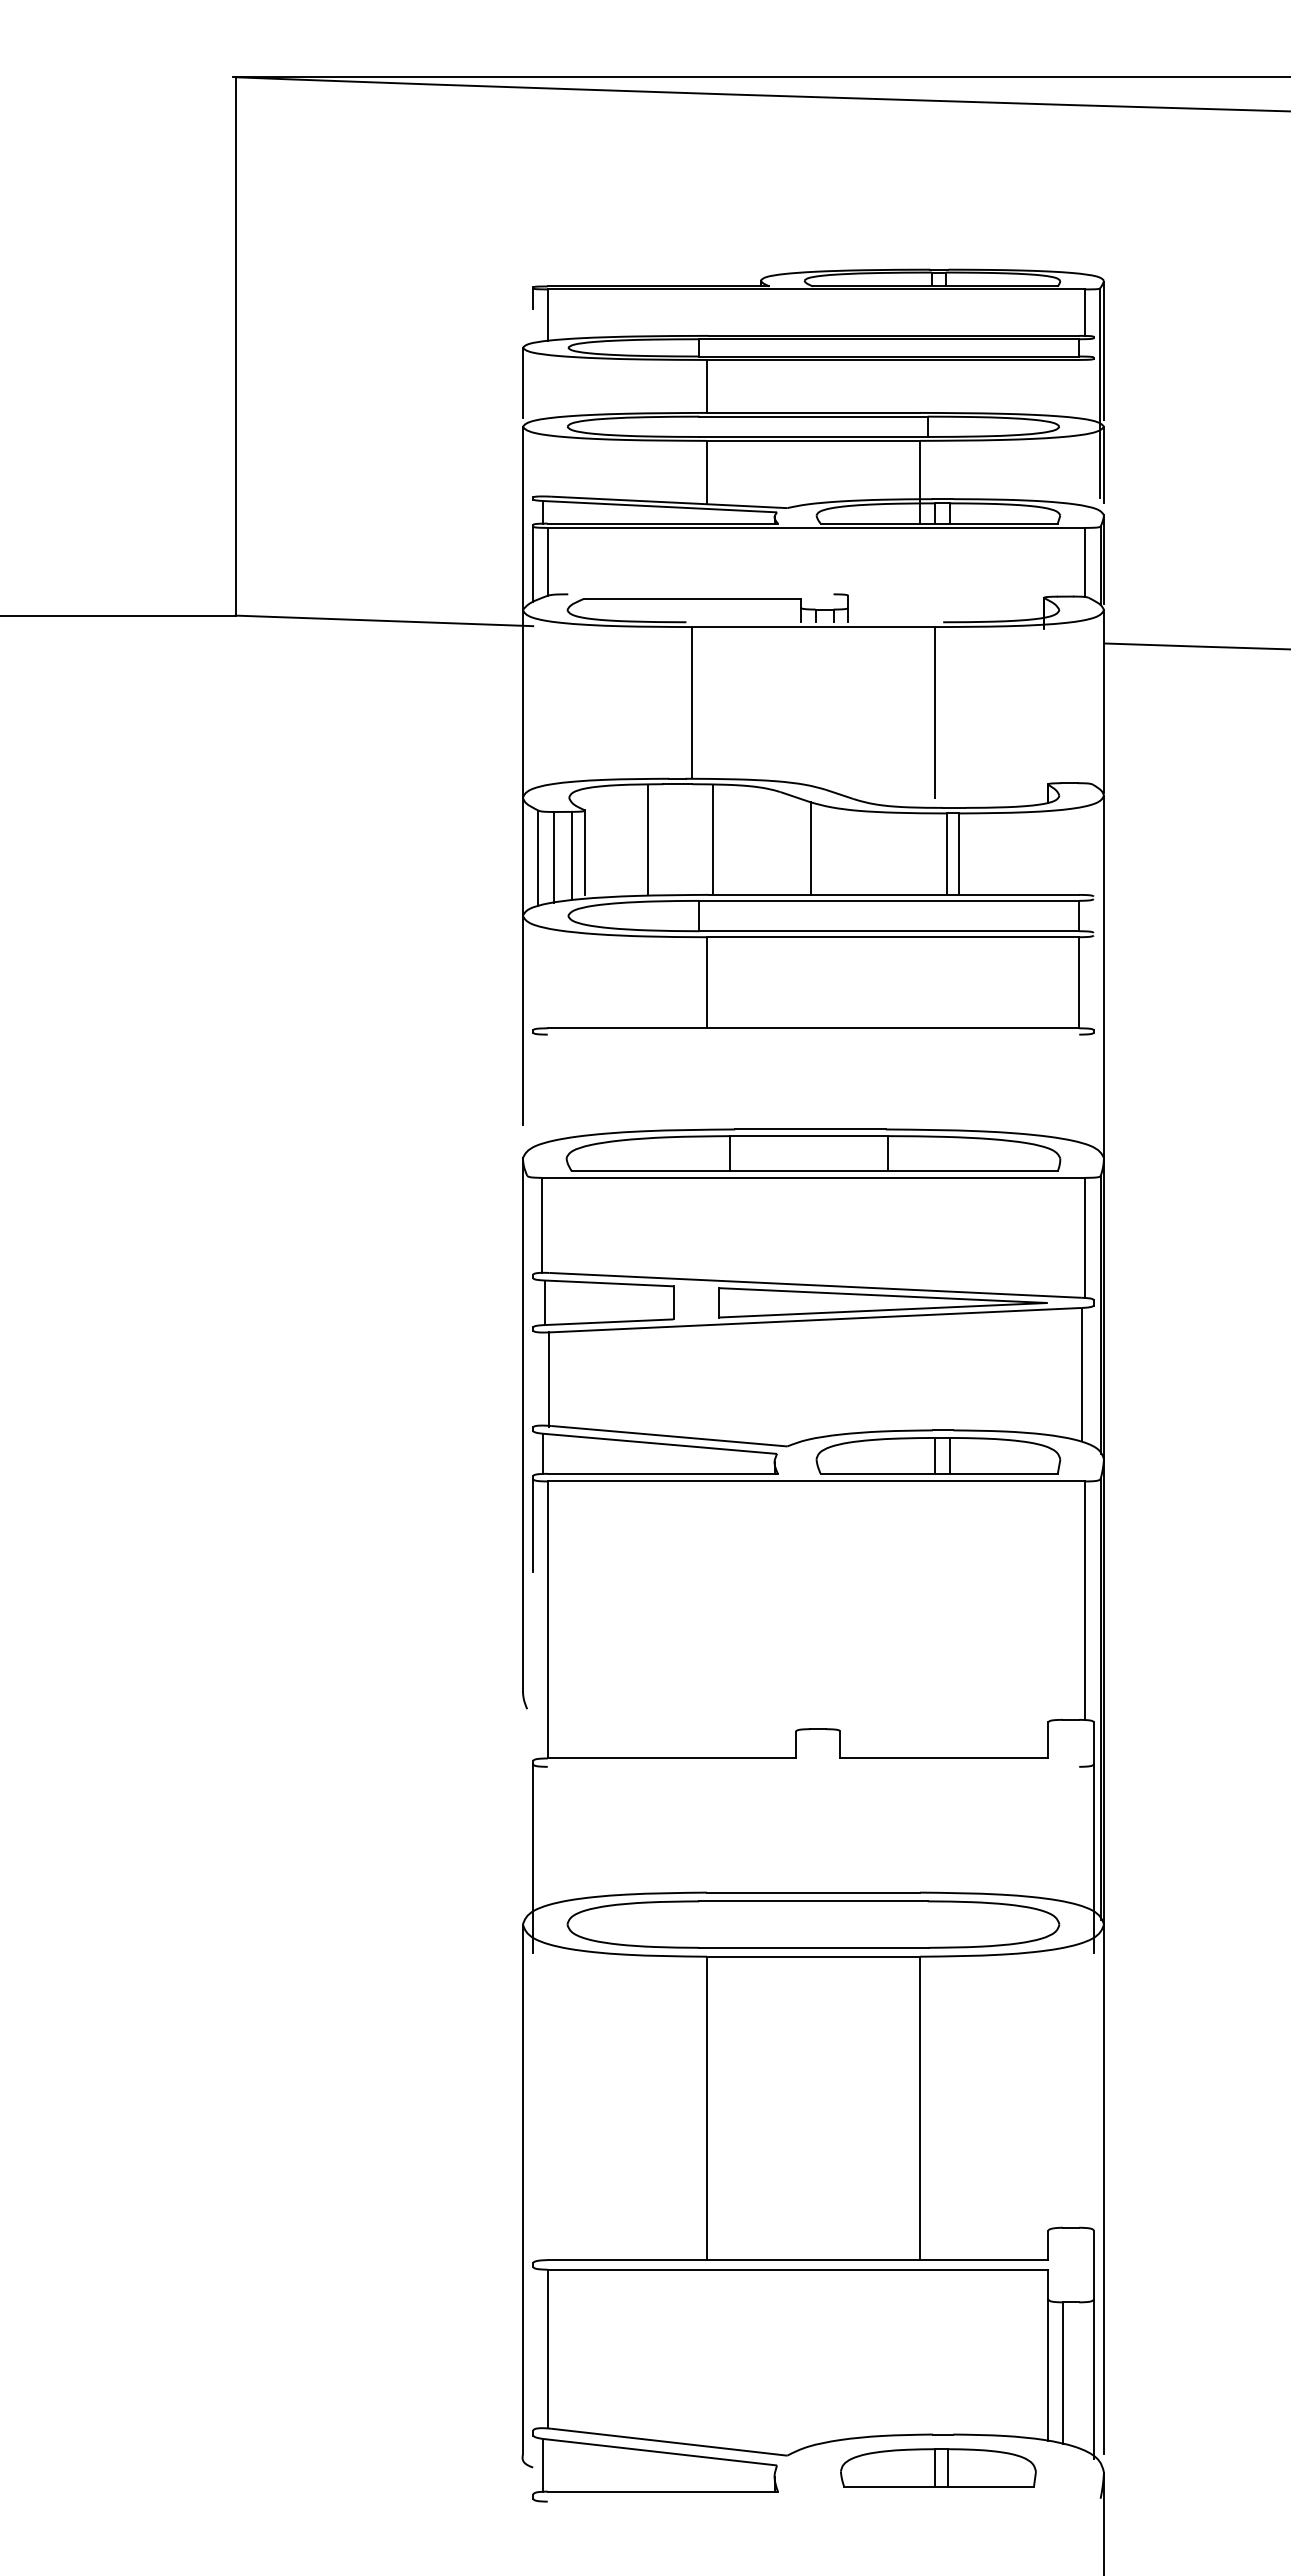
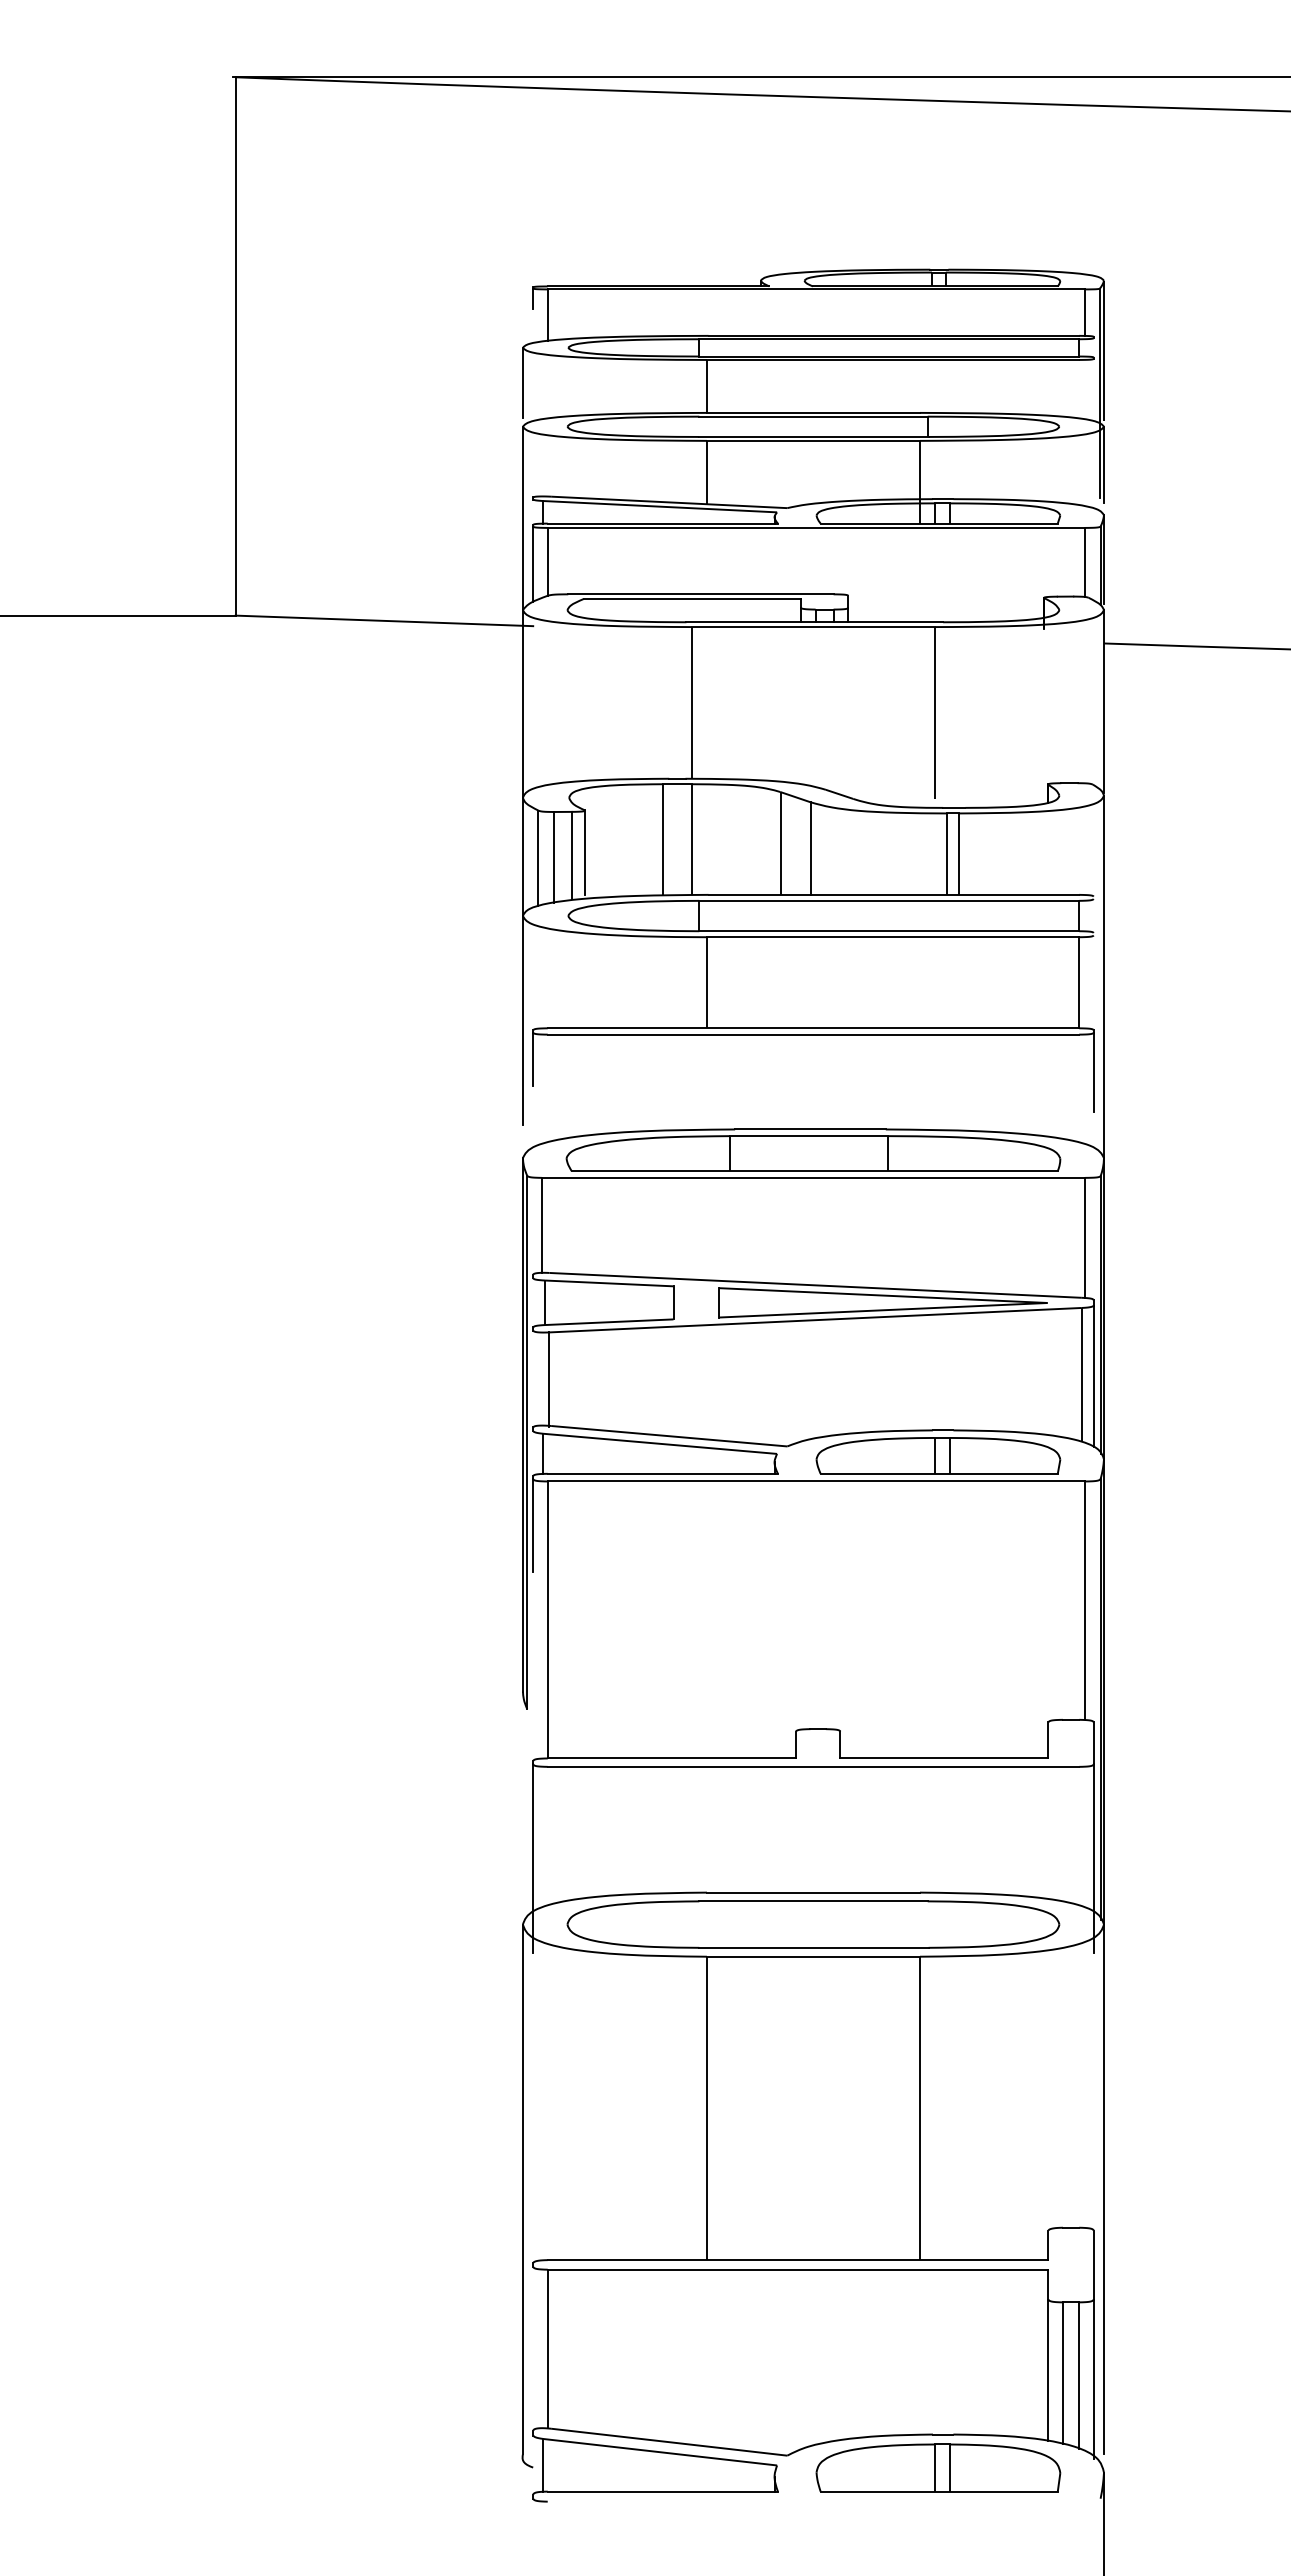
line at (700, 594): none -> present
line at (814, 622): none -> present
line at (648, 839) position: (648, 839) -> (663, 839)
line at (713, 839) position: (713, 839) -> (692, 839)
line at (780, 843): none -> present
line at (813, 1034): none -> present
line at (533, 1059): none -> present
line at (1093, 1071): none -> present
line at (1093, 1376): none -> present
line at (527, 1442): none -> present
line at (813, 1766): none -> present
line at (1079, 2375): none -> present
part at (938, 2467) size: 197x40 px -> 247x50 px
